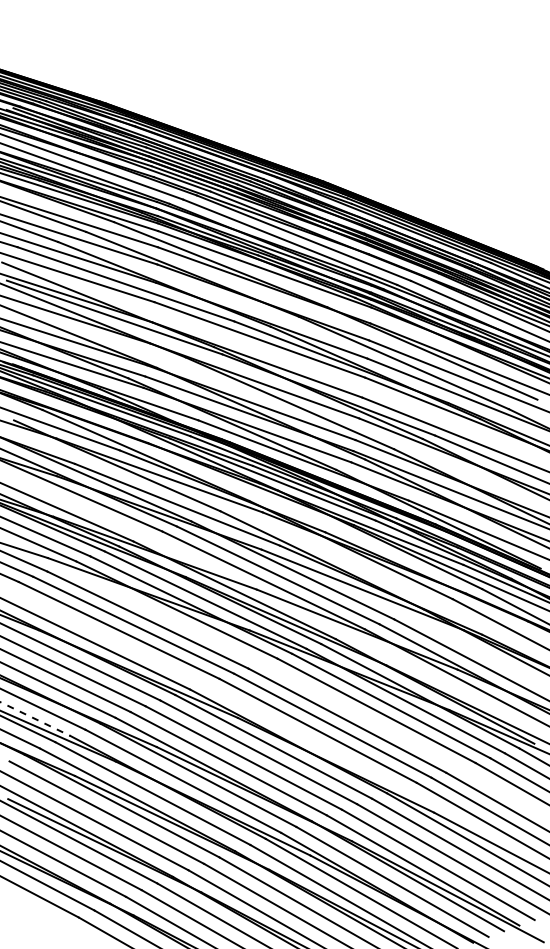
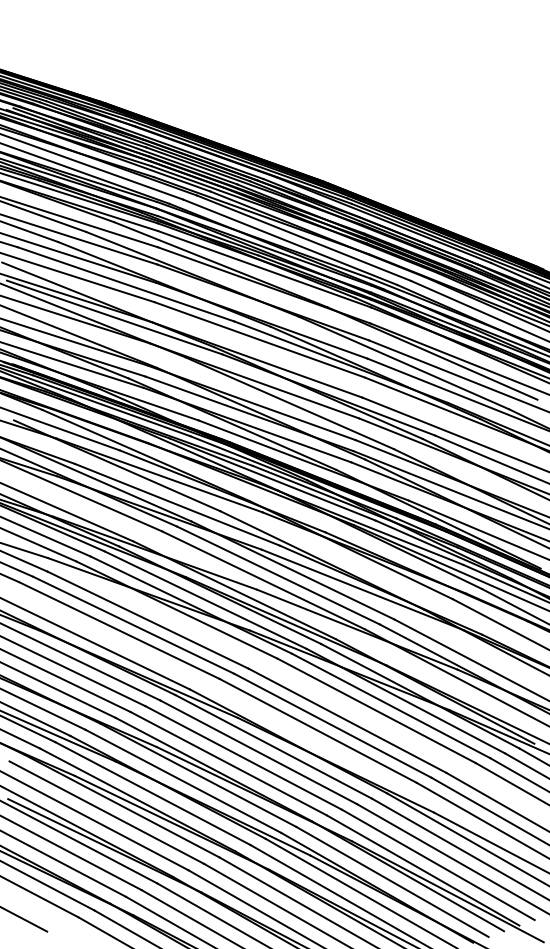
line at (35, 719): dashed -> solid
line at (24, 919): none -> present
